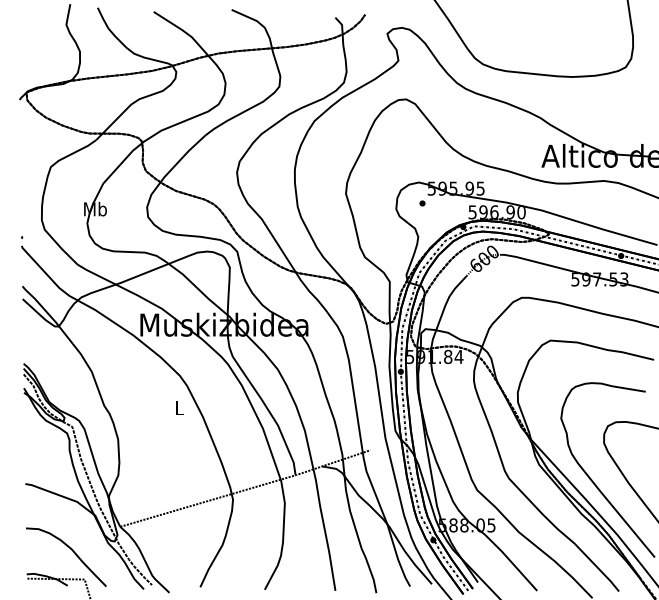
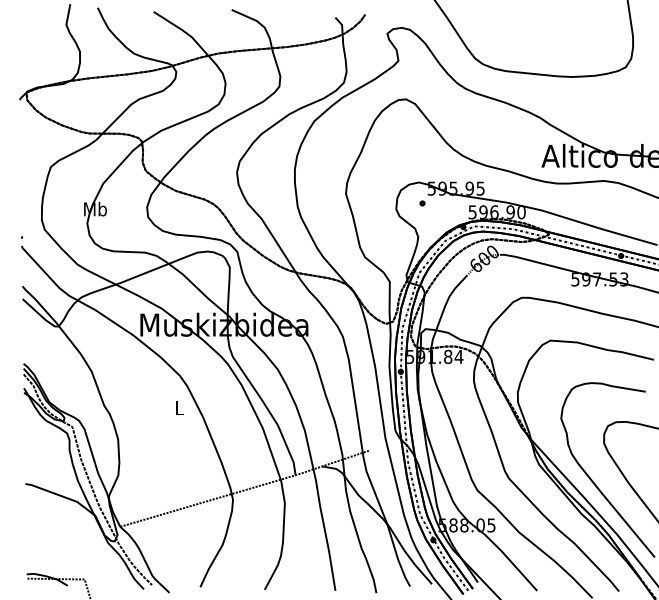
curve at (71, 550): present -> none
